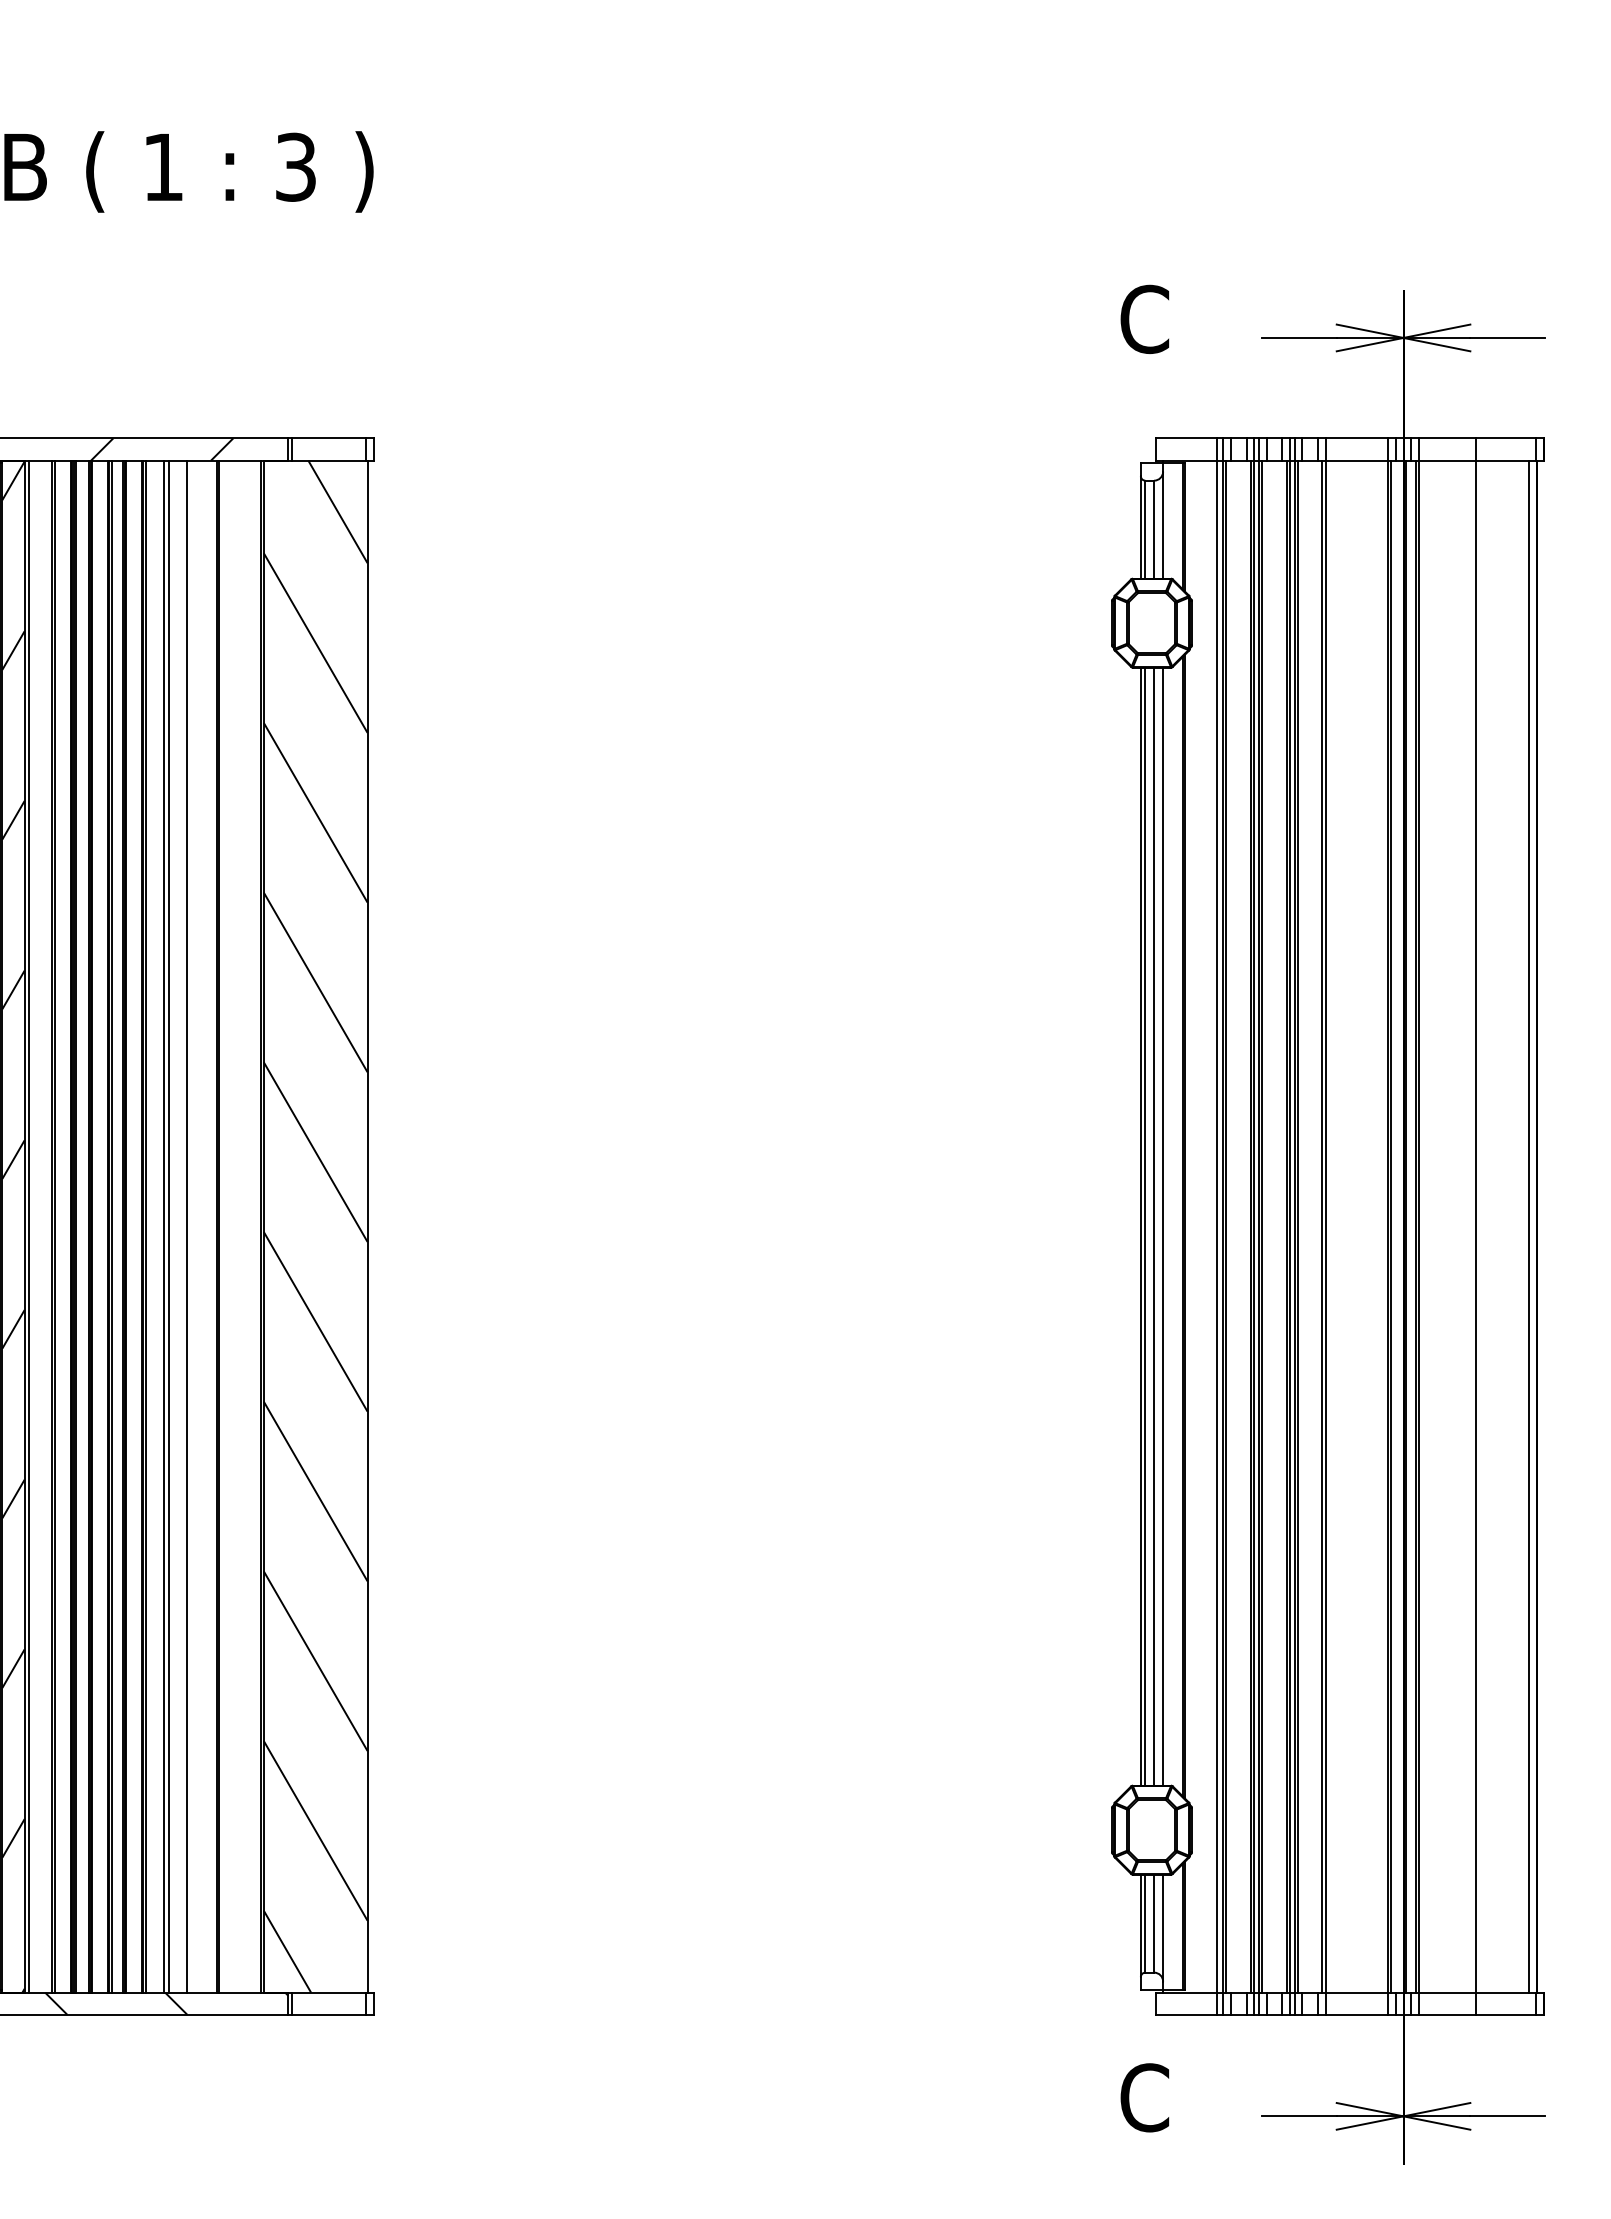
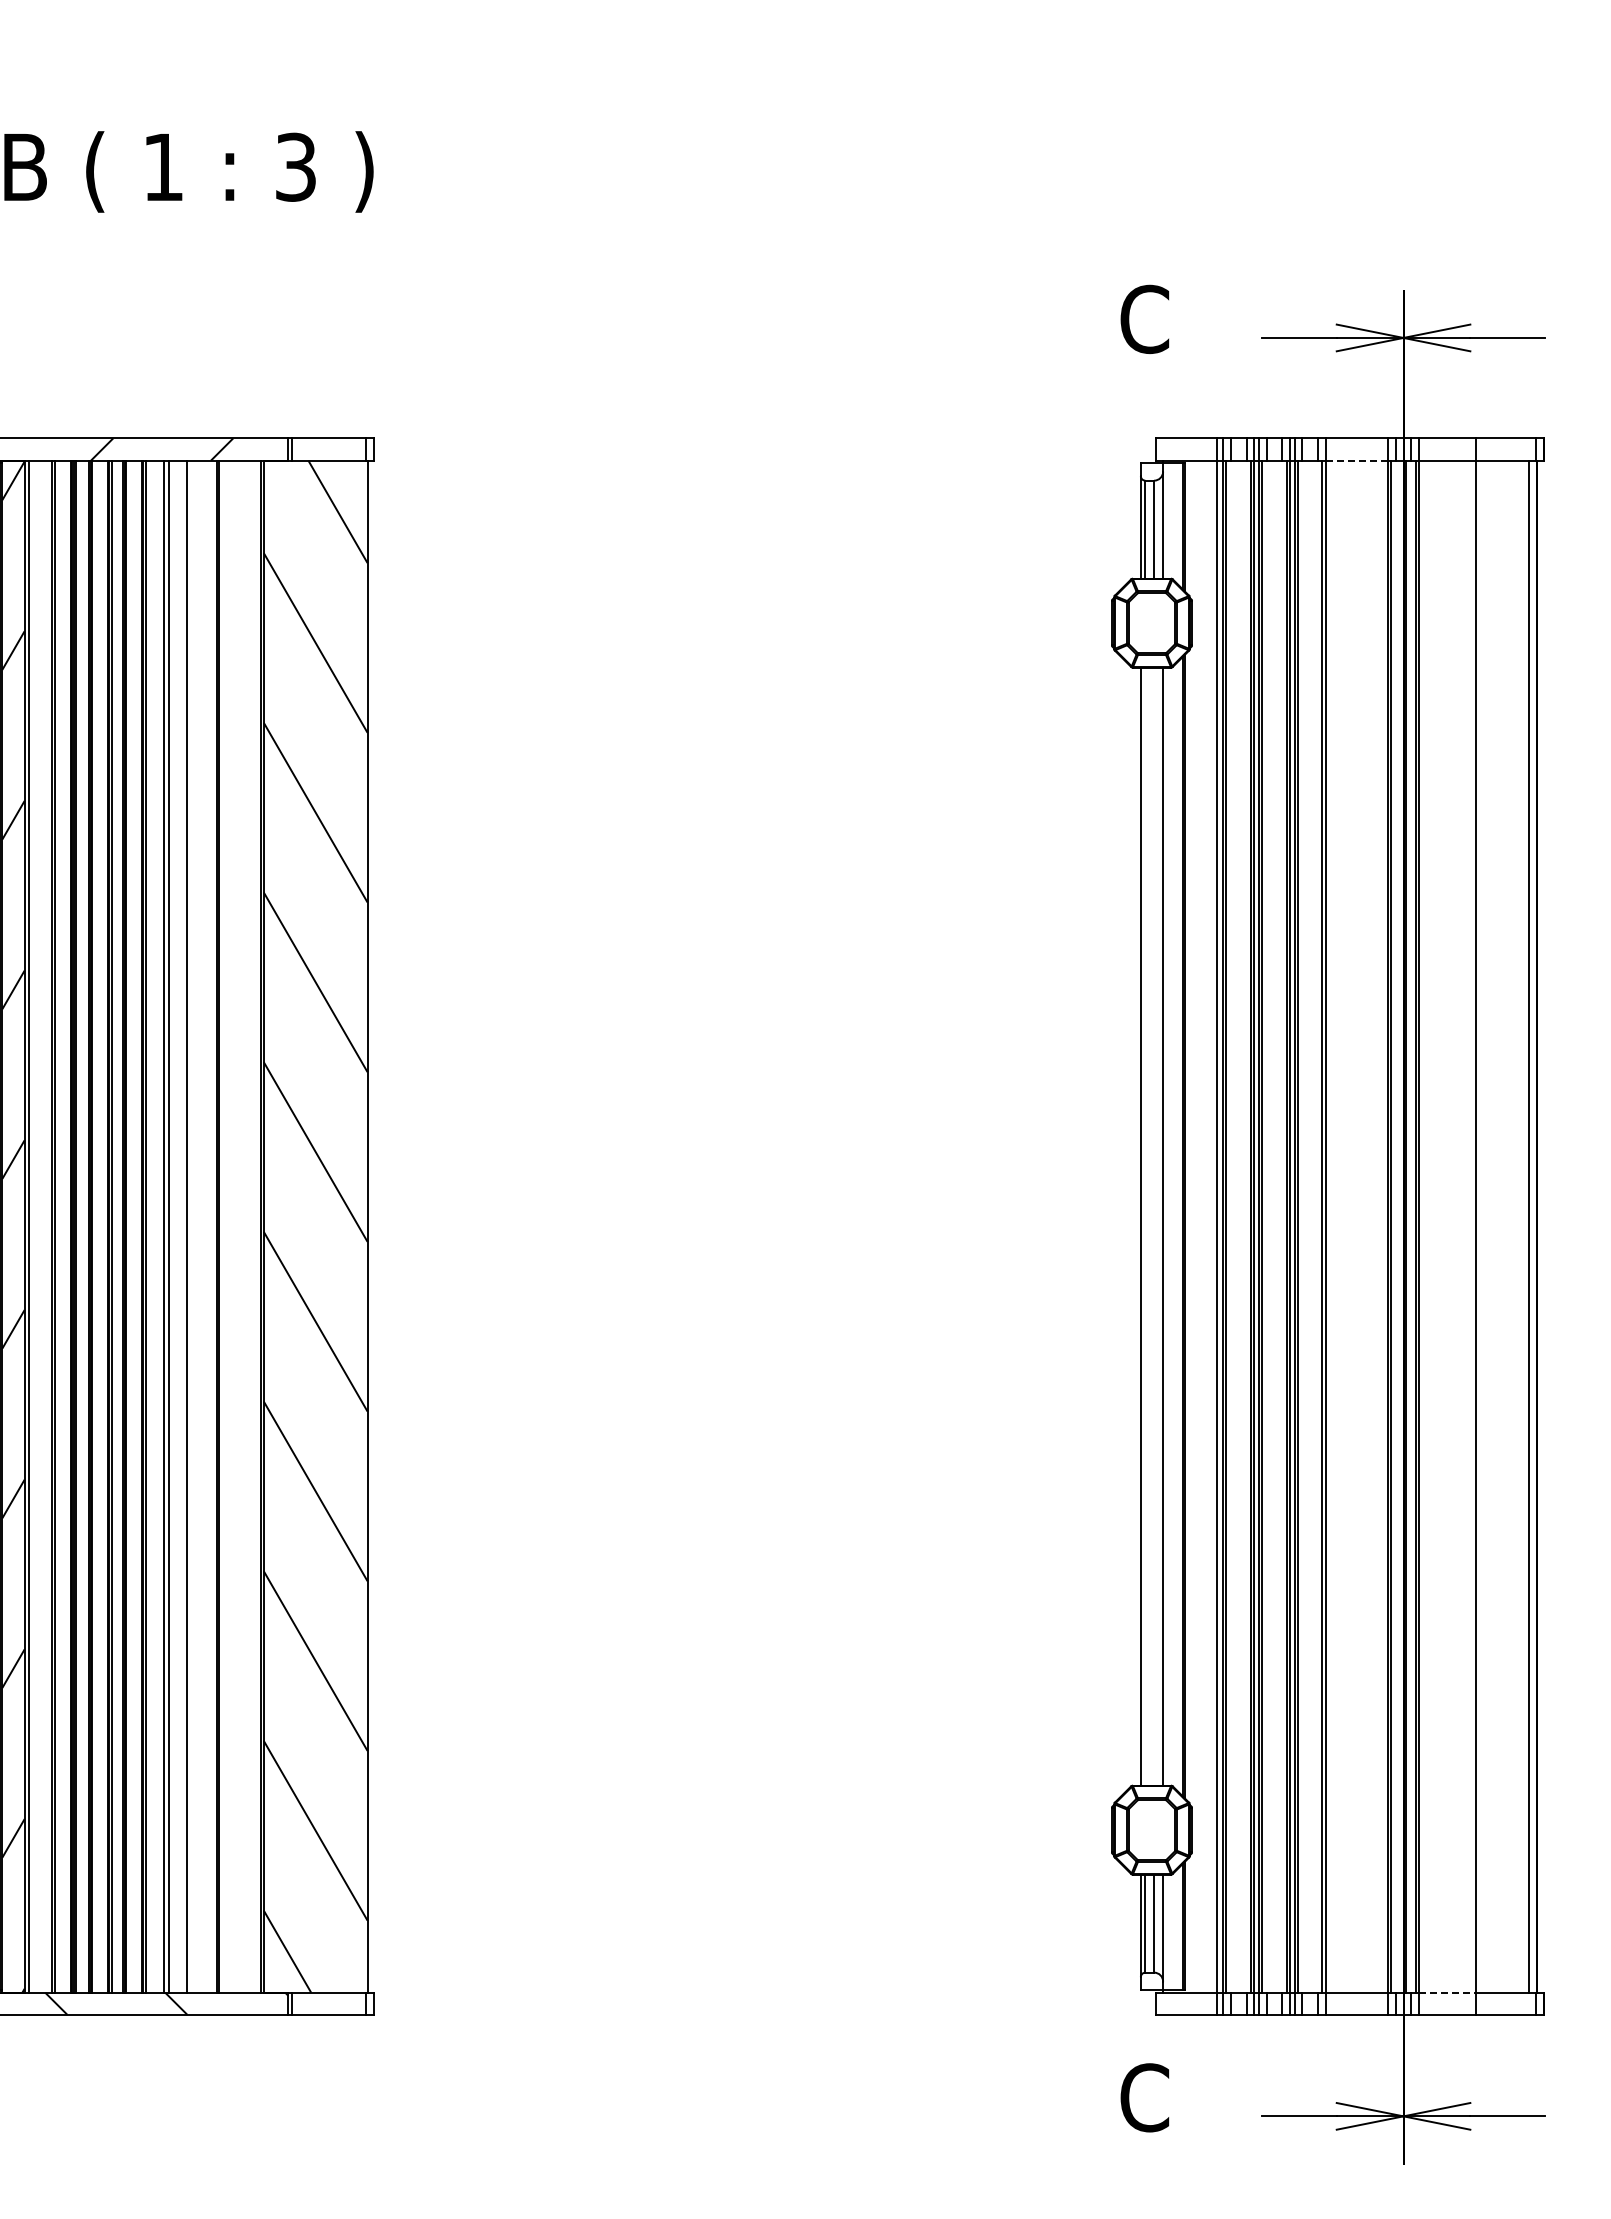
line at (1356, 460): solid -> dashed
line at (1145, 1226): present -> none
line at (1154, 1226): present -> none
line at (1447, 1992): solid -> dashed
